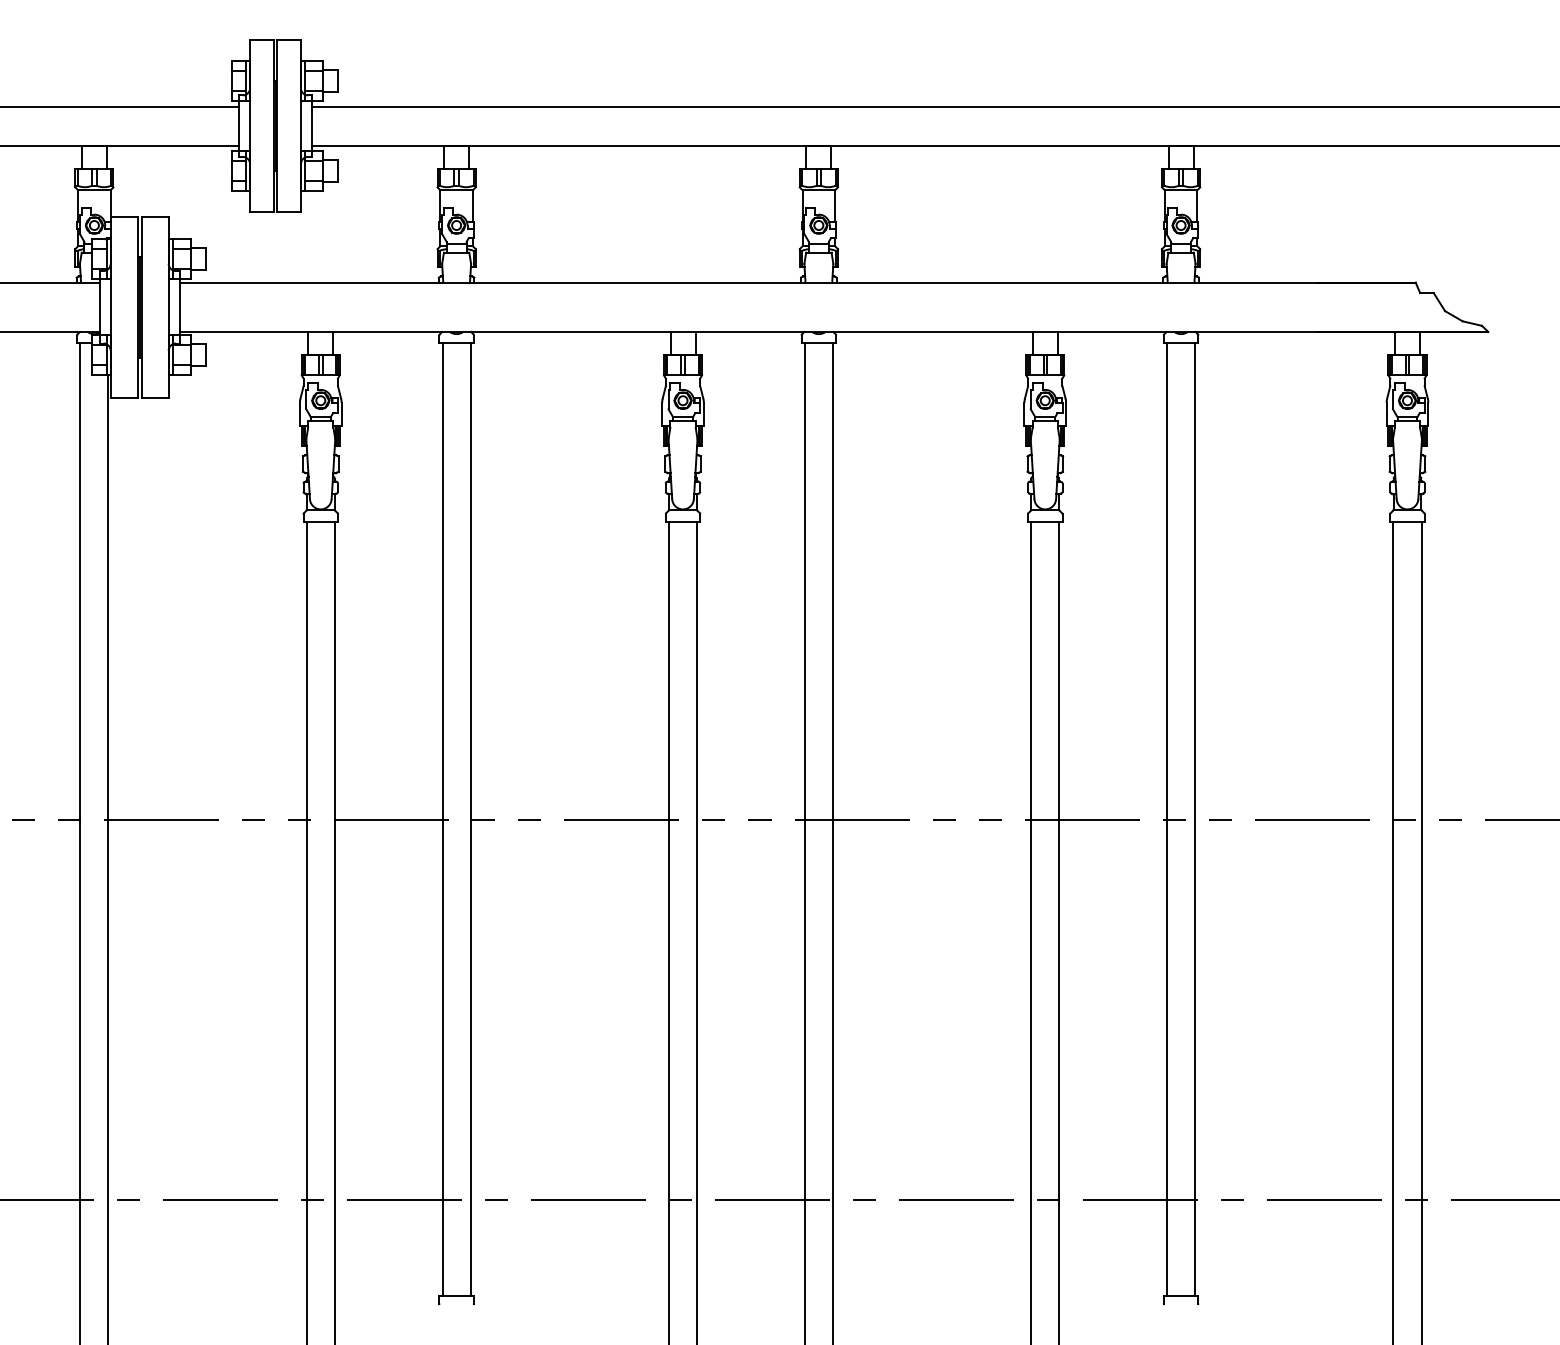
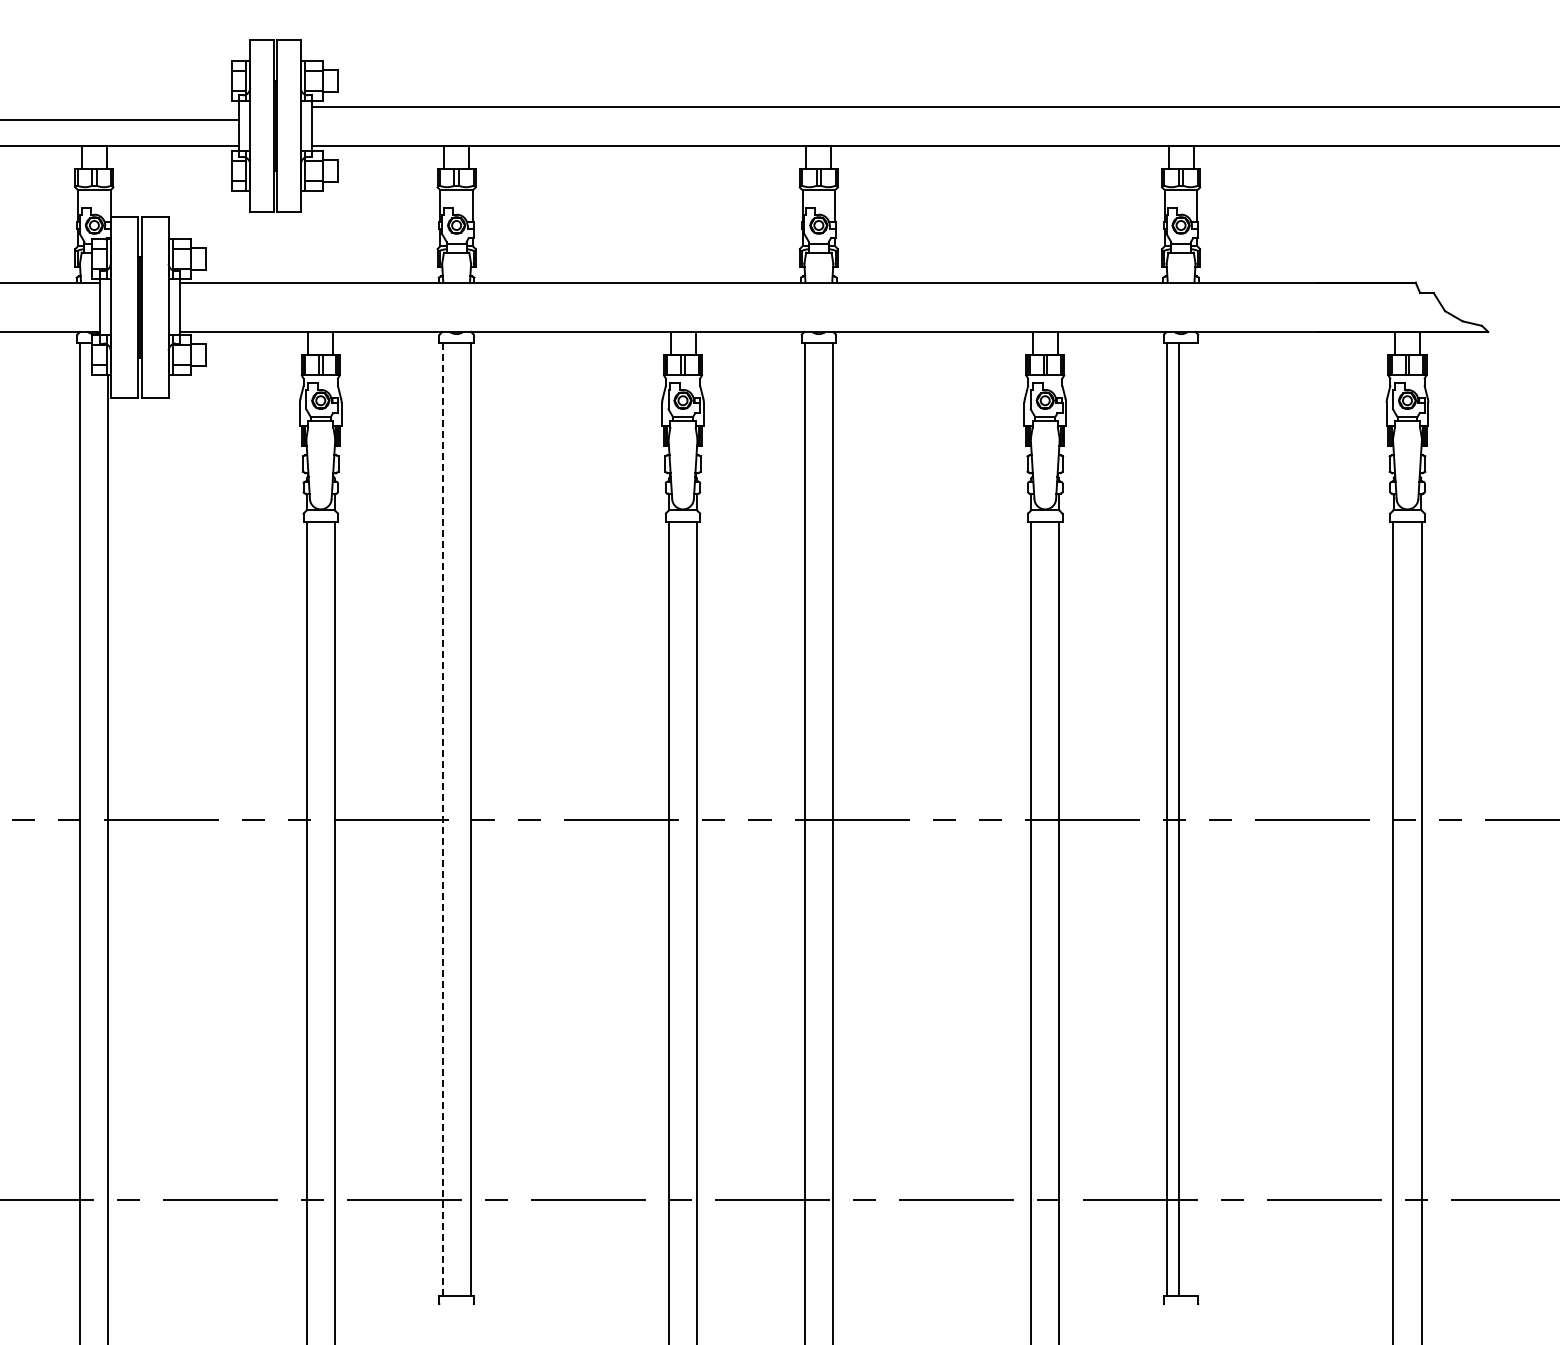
line at (120, 106) position: (120, 106) -> (120, 119)
line at (1195, 819) position: (1195, 819) -> (1179, 819)
line at (442, 820): solid -> dashed
